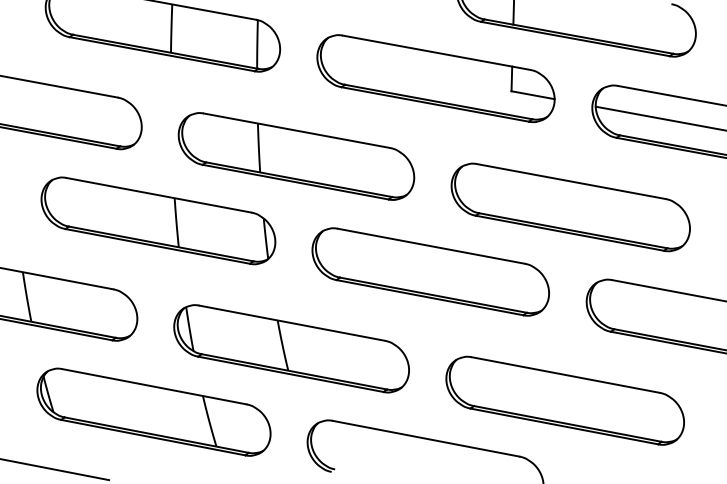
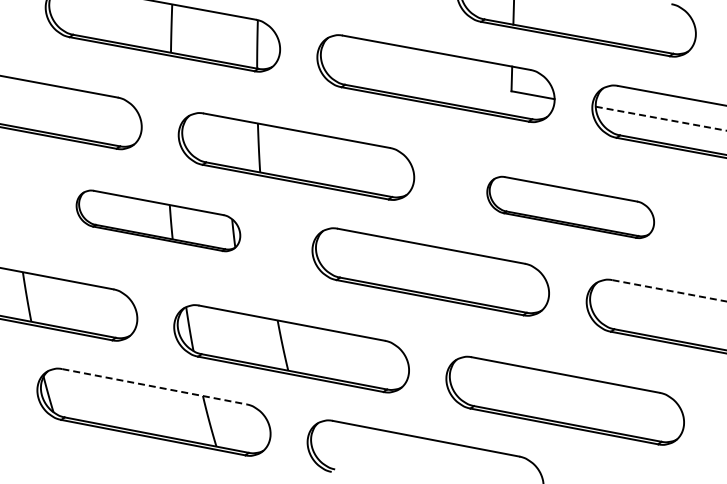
line at (661, 118): solid -> dashed
part at (570, 207) size: 241x91 px -> 169x64 px
part at (158, 220) size: 237x90 px -> 167x64 px
line at (669, 290): solid -> dashed
line at (154, 386): solid -> dashed
line at (55, 469): present -> none
